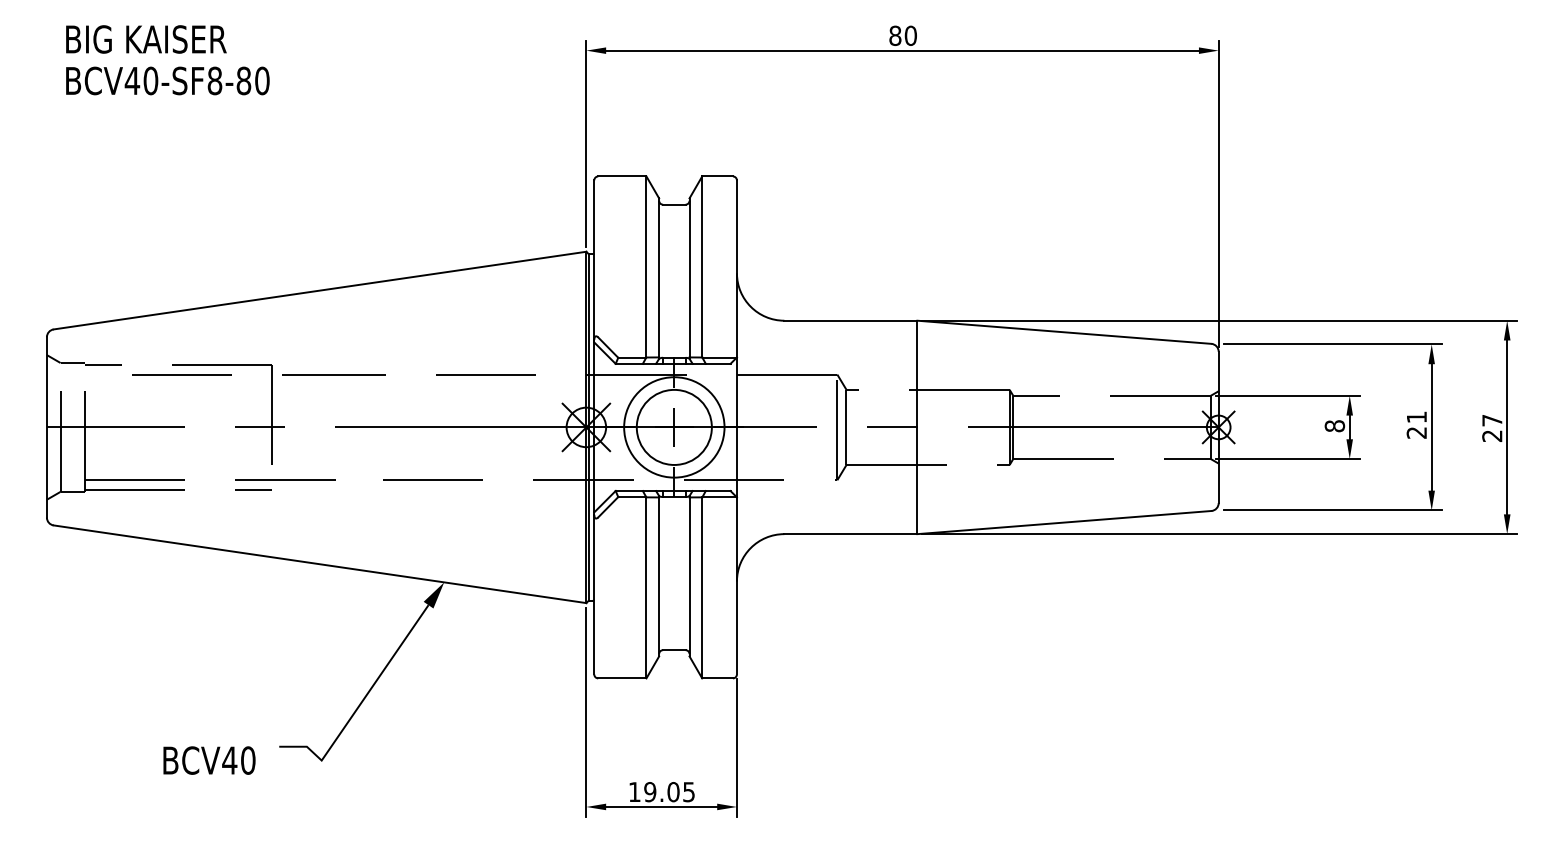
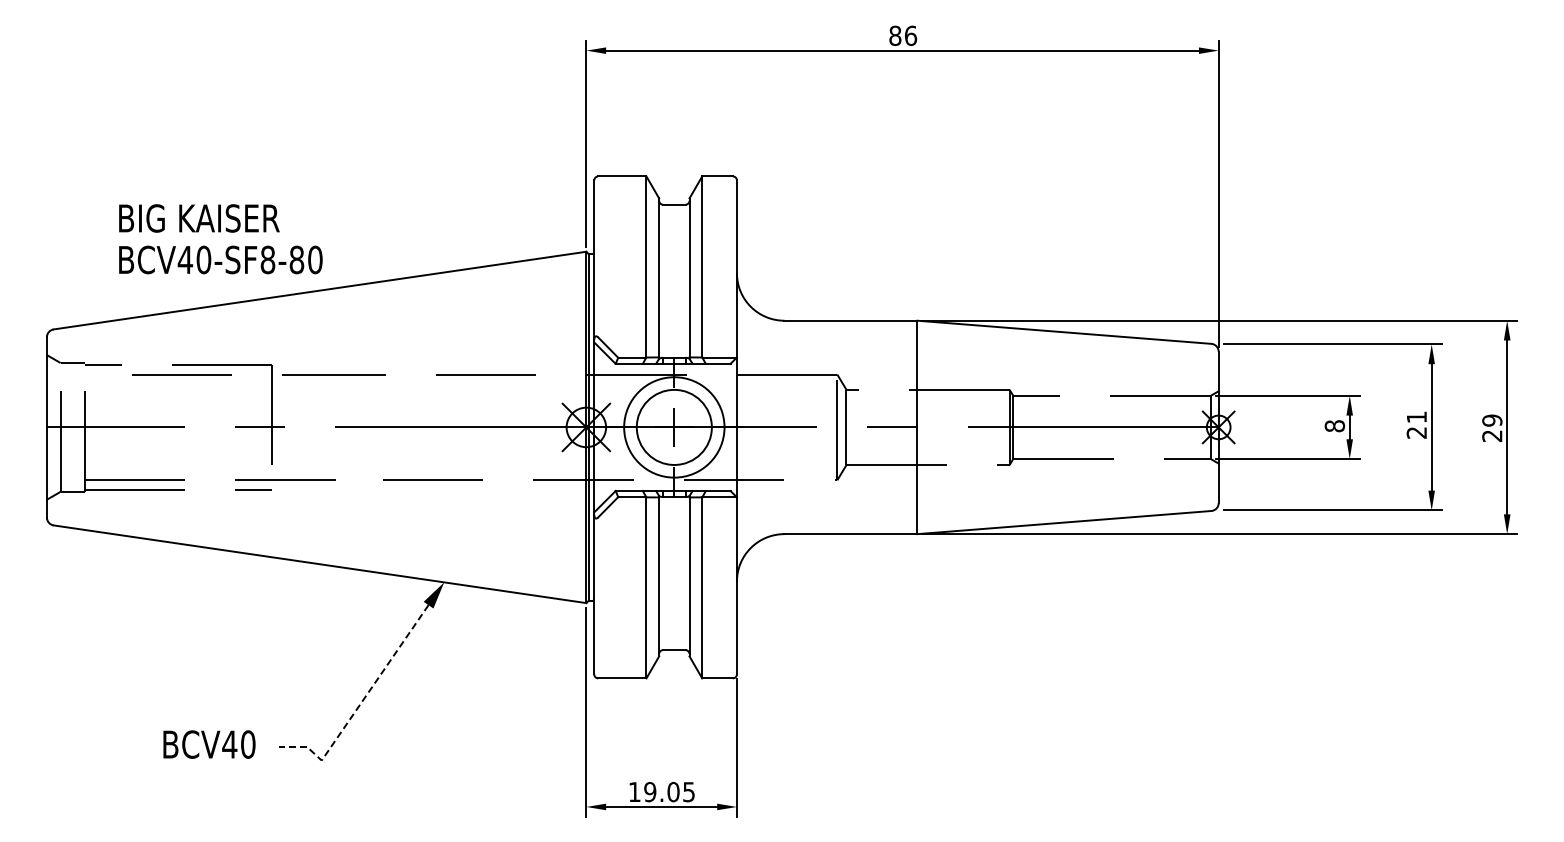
text at (910, 35): 80 -> 86
text at (167, 60) position: (167, 60) -> (220, 239)
text at (1492, 420): 27 -> 29
line at (360, 703): solid -> dashed
text at (209, 760) position: (209, 760) -> (209, 744)
